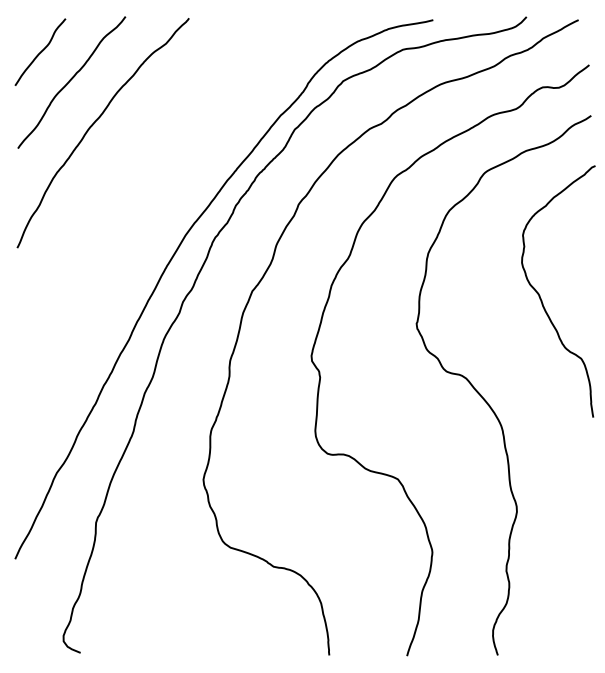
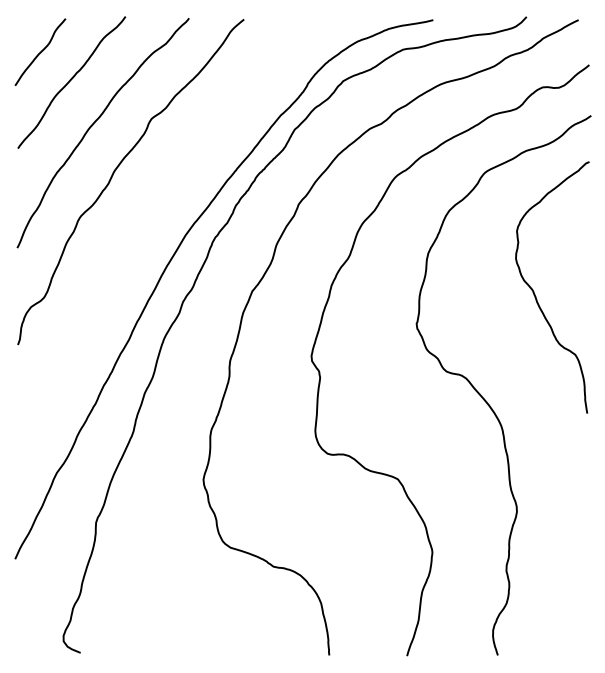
curve at (114, 173): none -> present
curve at (542, 300) position: (542, 300) -> (536, 296)
